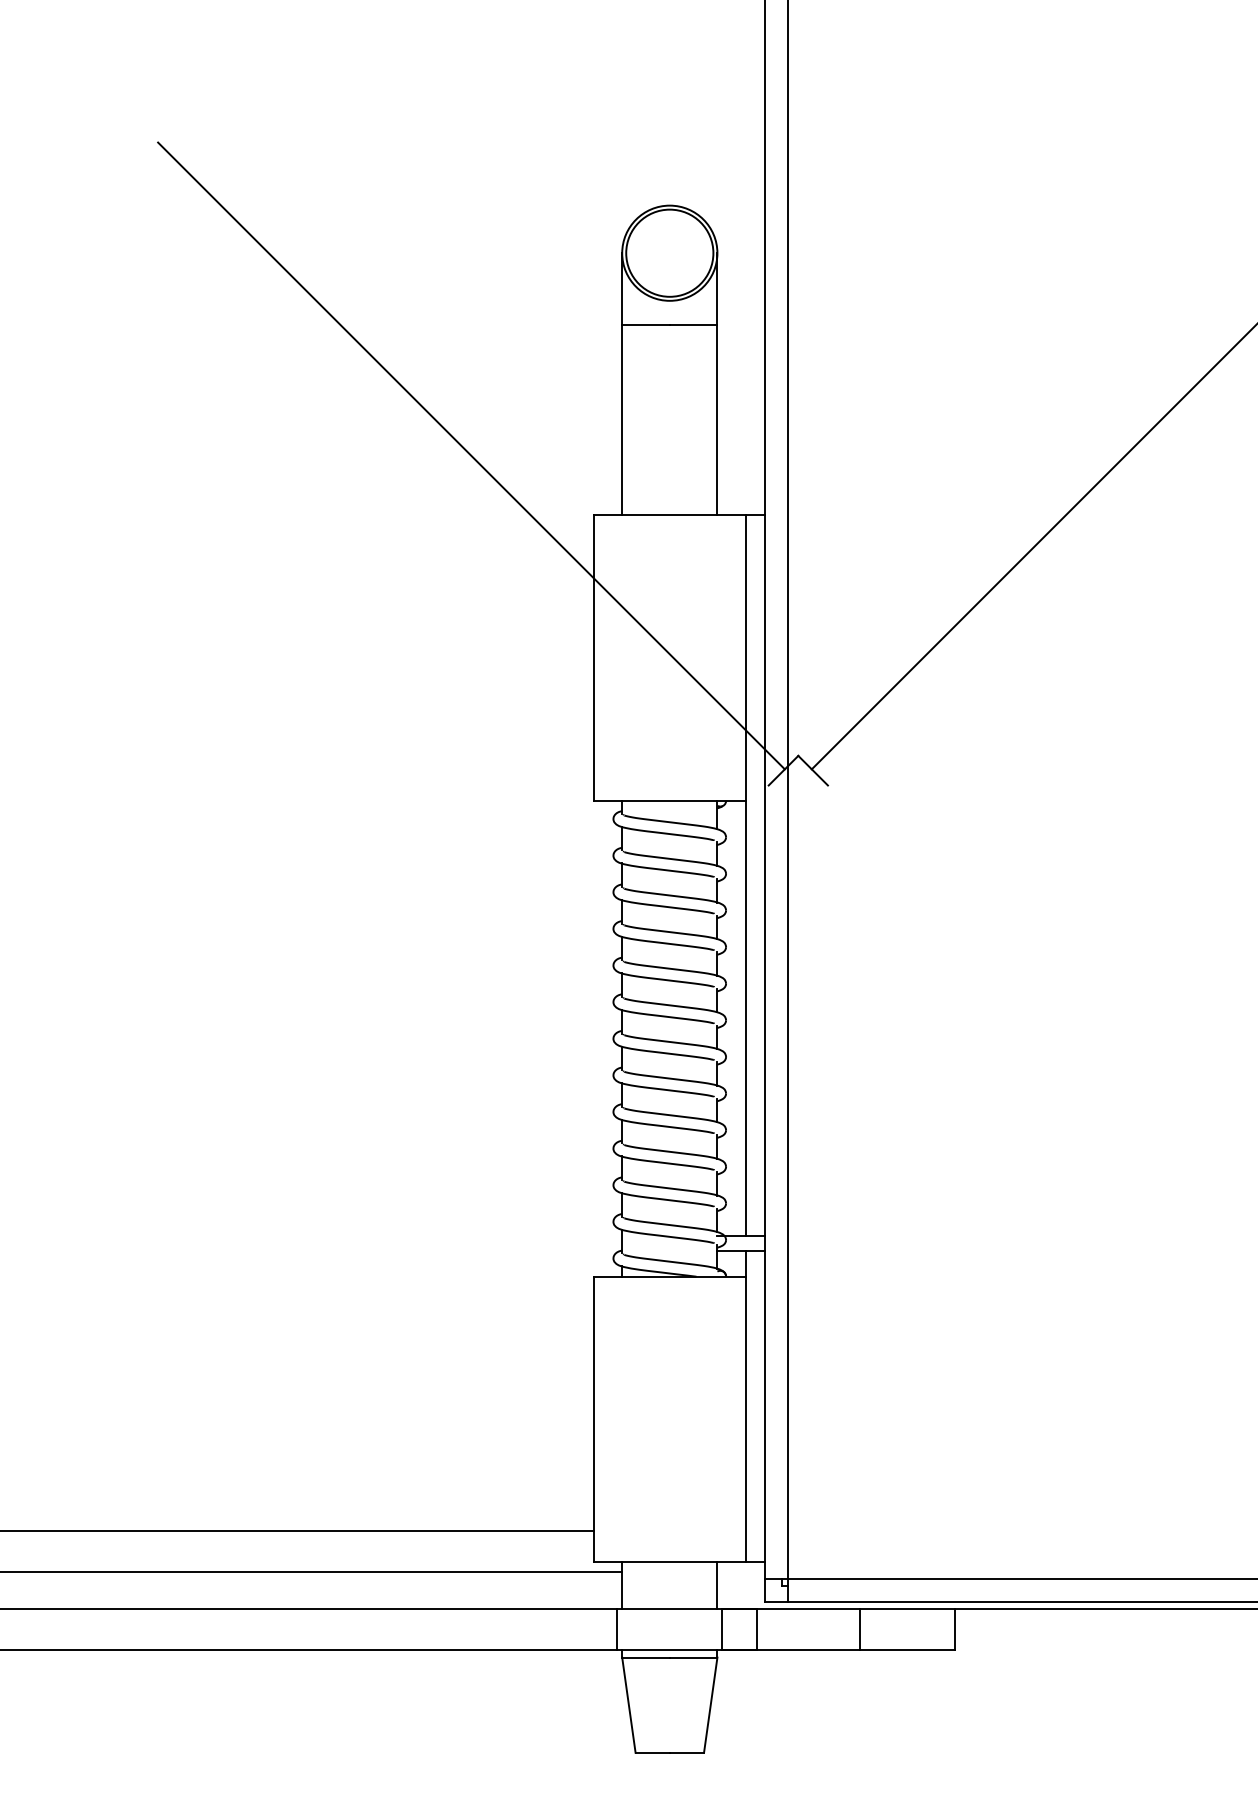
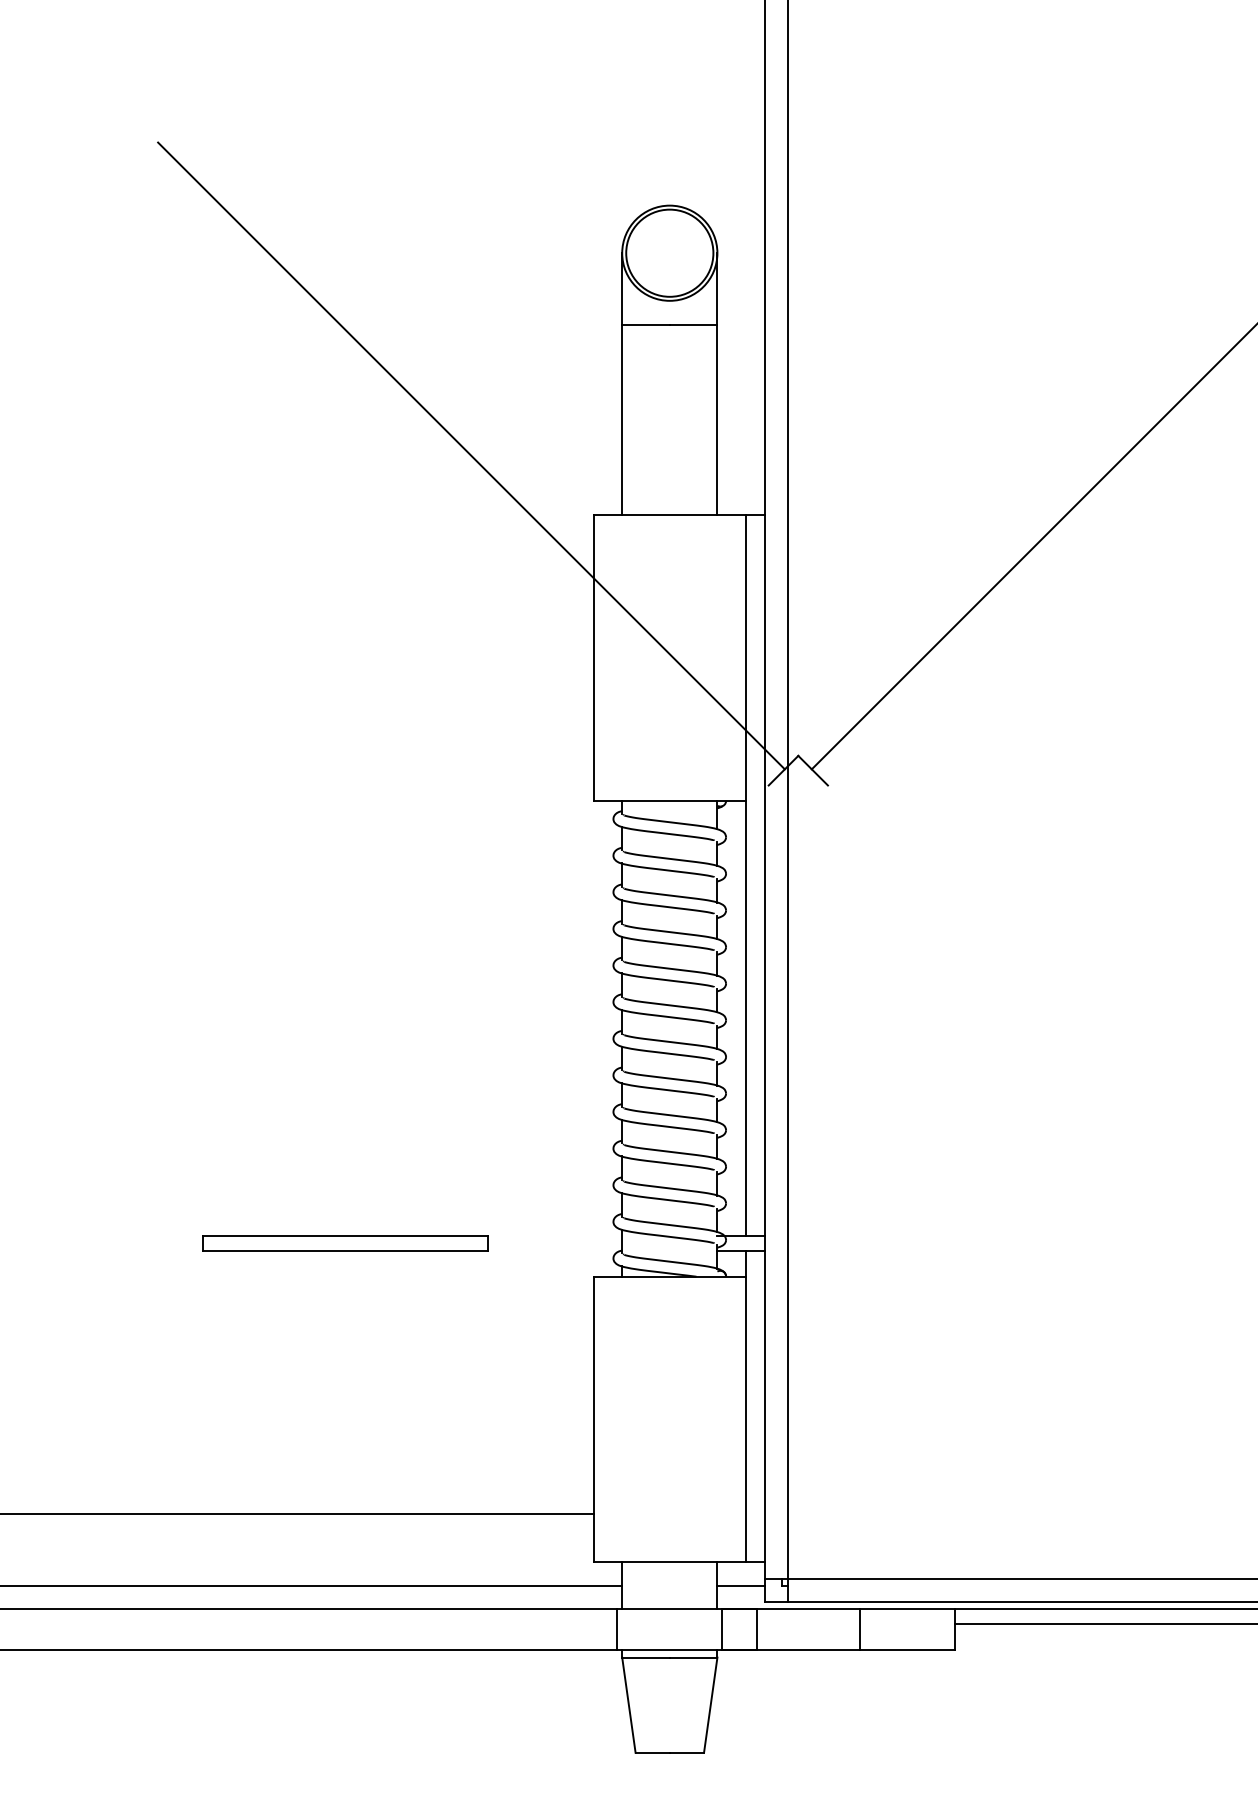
part at (345, 1243): none -> present
line at (297, 1531) position: (297, 1531) -> (297, 1514)
line at (312, 1572) position: (312, 1572) -> (312, 1586)
line at (741, 1586): none -> present
line at (1104, 1624): none -> present
